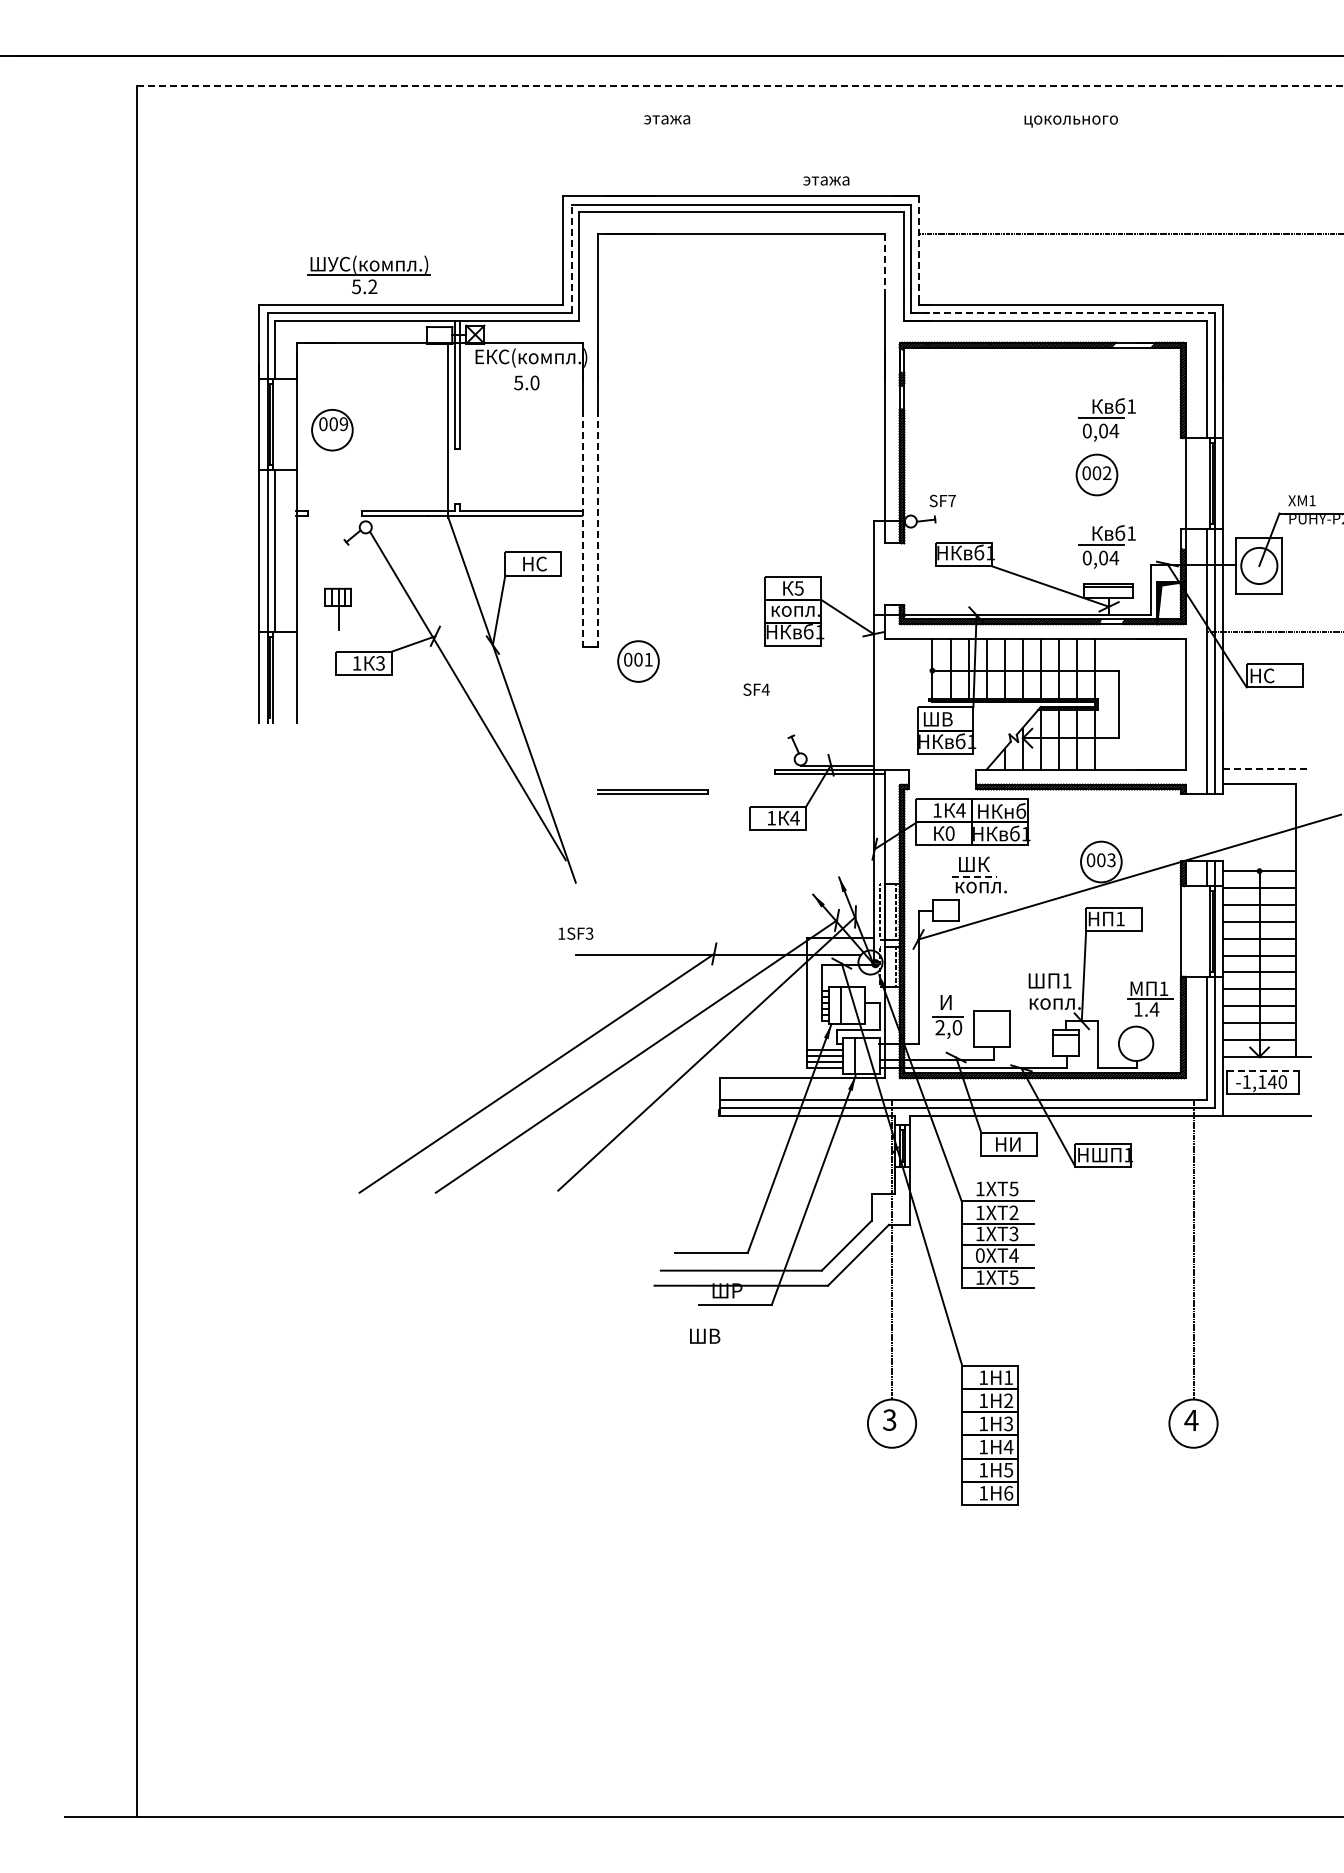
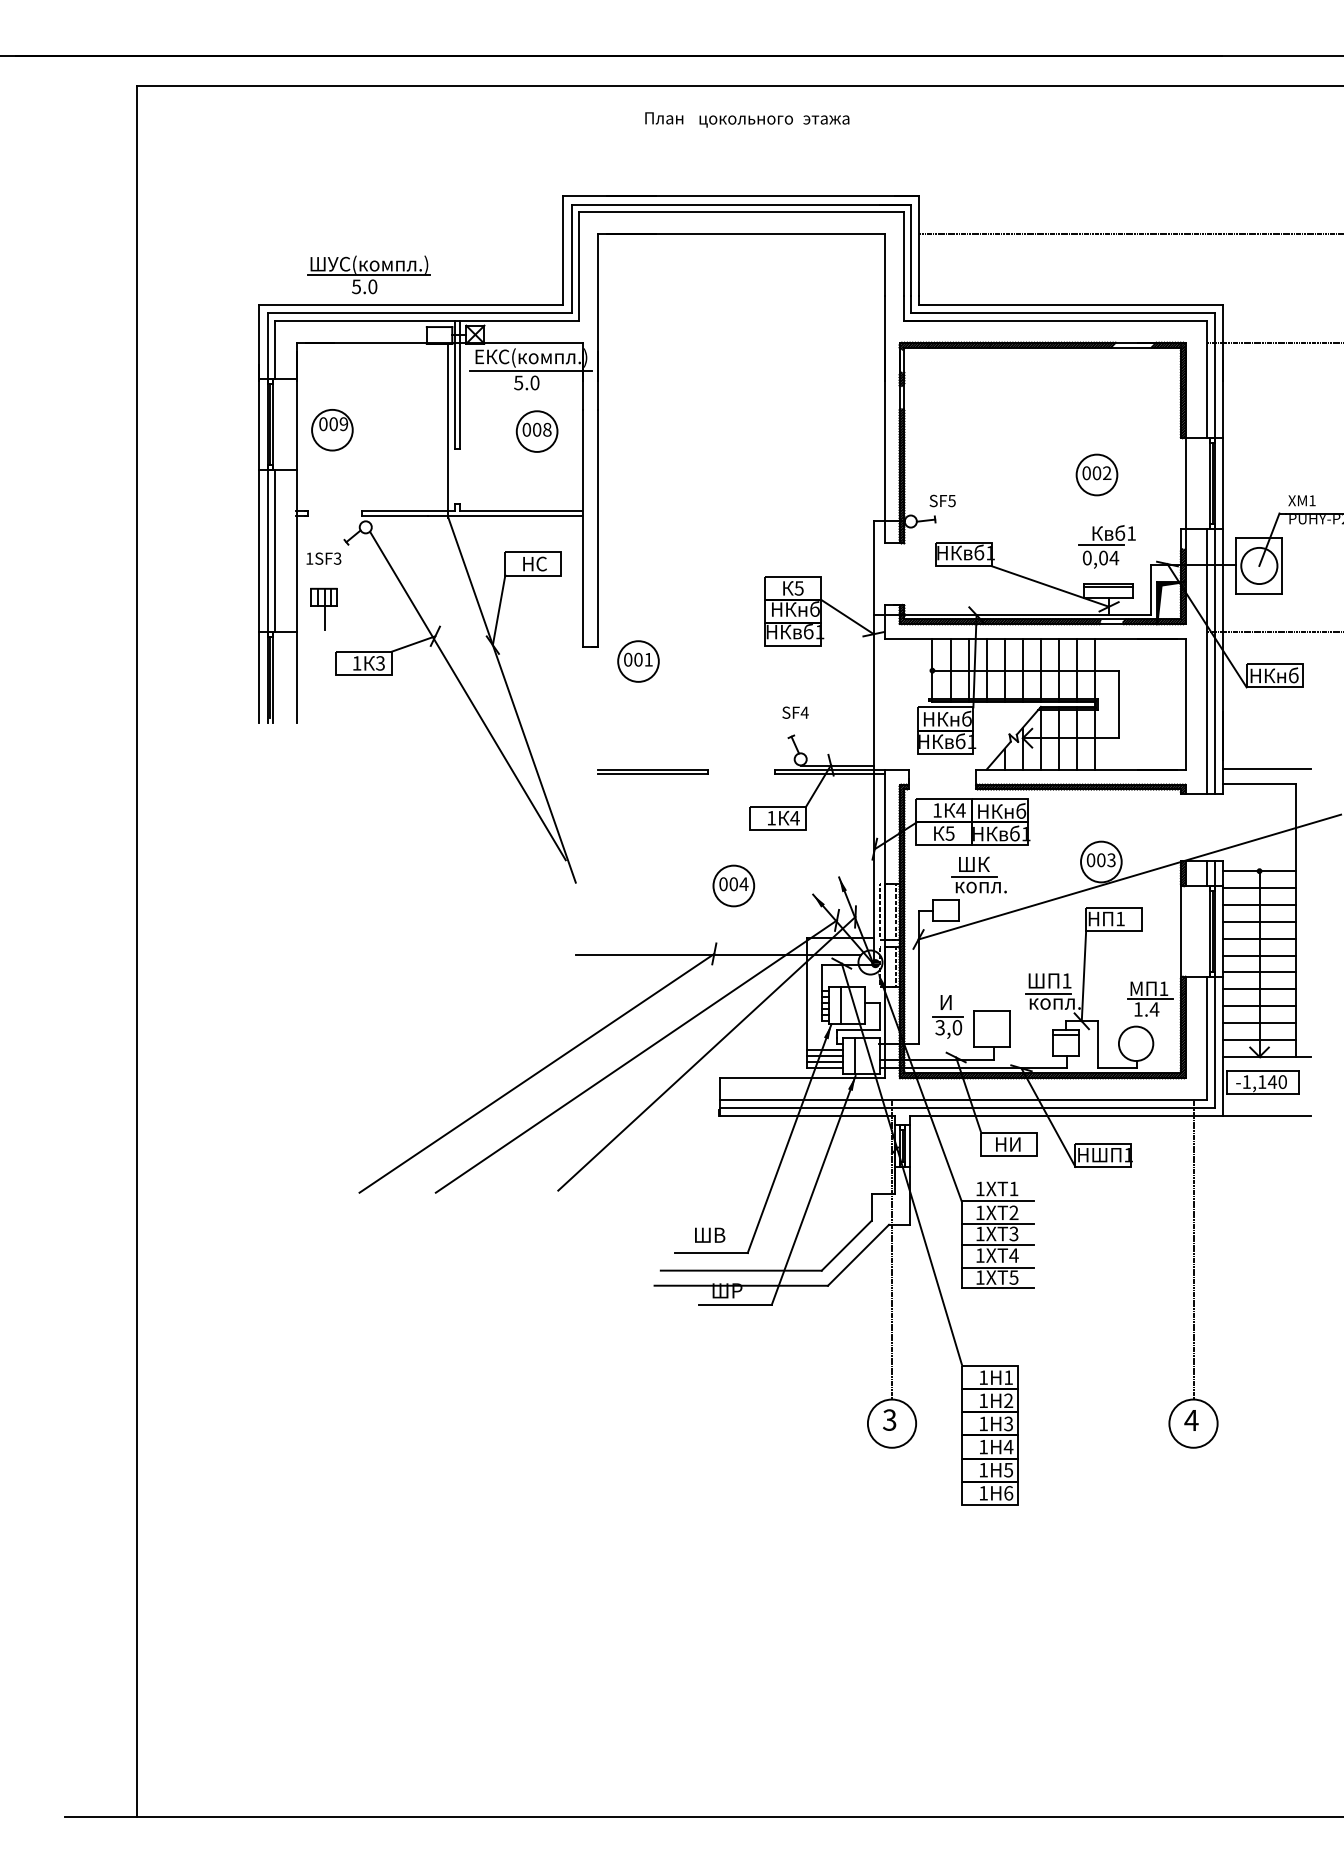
line at (740, 86): dashed -> solid
text at (667, 118): этажа -> План
text at (1070, 121) position: (1070, 121) -> (745, 121)
text at (826, 180) position: (826, 180) -> (826, 119)
line at (919, 246): dashed -> solid
line at (571, 258): dashed -> solid
line at (884, 265): dashed -> solid
text at (372, 286): 5.2 -> 5.0
line at (1062, 313): dashed -> solid
line at (1273, 342): none -> present
line at (530, 371): none -> present
part at (1106, 419): present -> none
part at (536, 431): none -> present
text at (951, 501): SF7 -> SF5
line at (583, 528): dashed -> solid
line at (598, 528): dashed -> solid
part at (337, 608) position: (337, 608) -> (323, 608)
text at (795, 608): копл. -> НКнб
text at (1281, 675): НС -> НКнб
text at (756, 689) position: (756, 689) -> (795, 712)
text at (948, 718): ШВ -> НКнб
line at (1267, 768): dashed -> solid
part at (652, 791) position: (652, 791) -> (652, 771)
text at (949, 833): 0 -> 5
line at (974, 877): dashed -> solid
part at (733, 885): none -> present
text at (575, 933) position: (575, 933) -> (323, 558)
line at (1048, 993): none -> present
text at (939, 1027): 2,0 -> 3,0
line at (1262, 1071): dashed -> solid
text at (1013, 1188): 5 -> 1
text at (980, 1255): 0 -> 1
text at (705, 1335) position: (705, 1335) -> (710, 1234)
